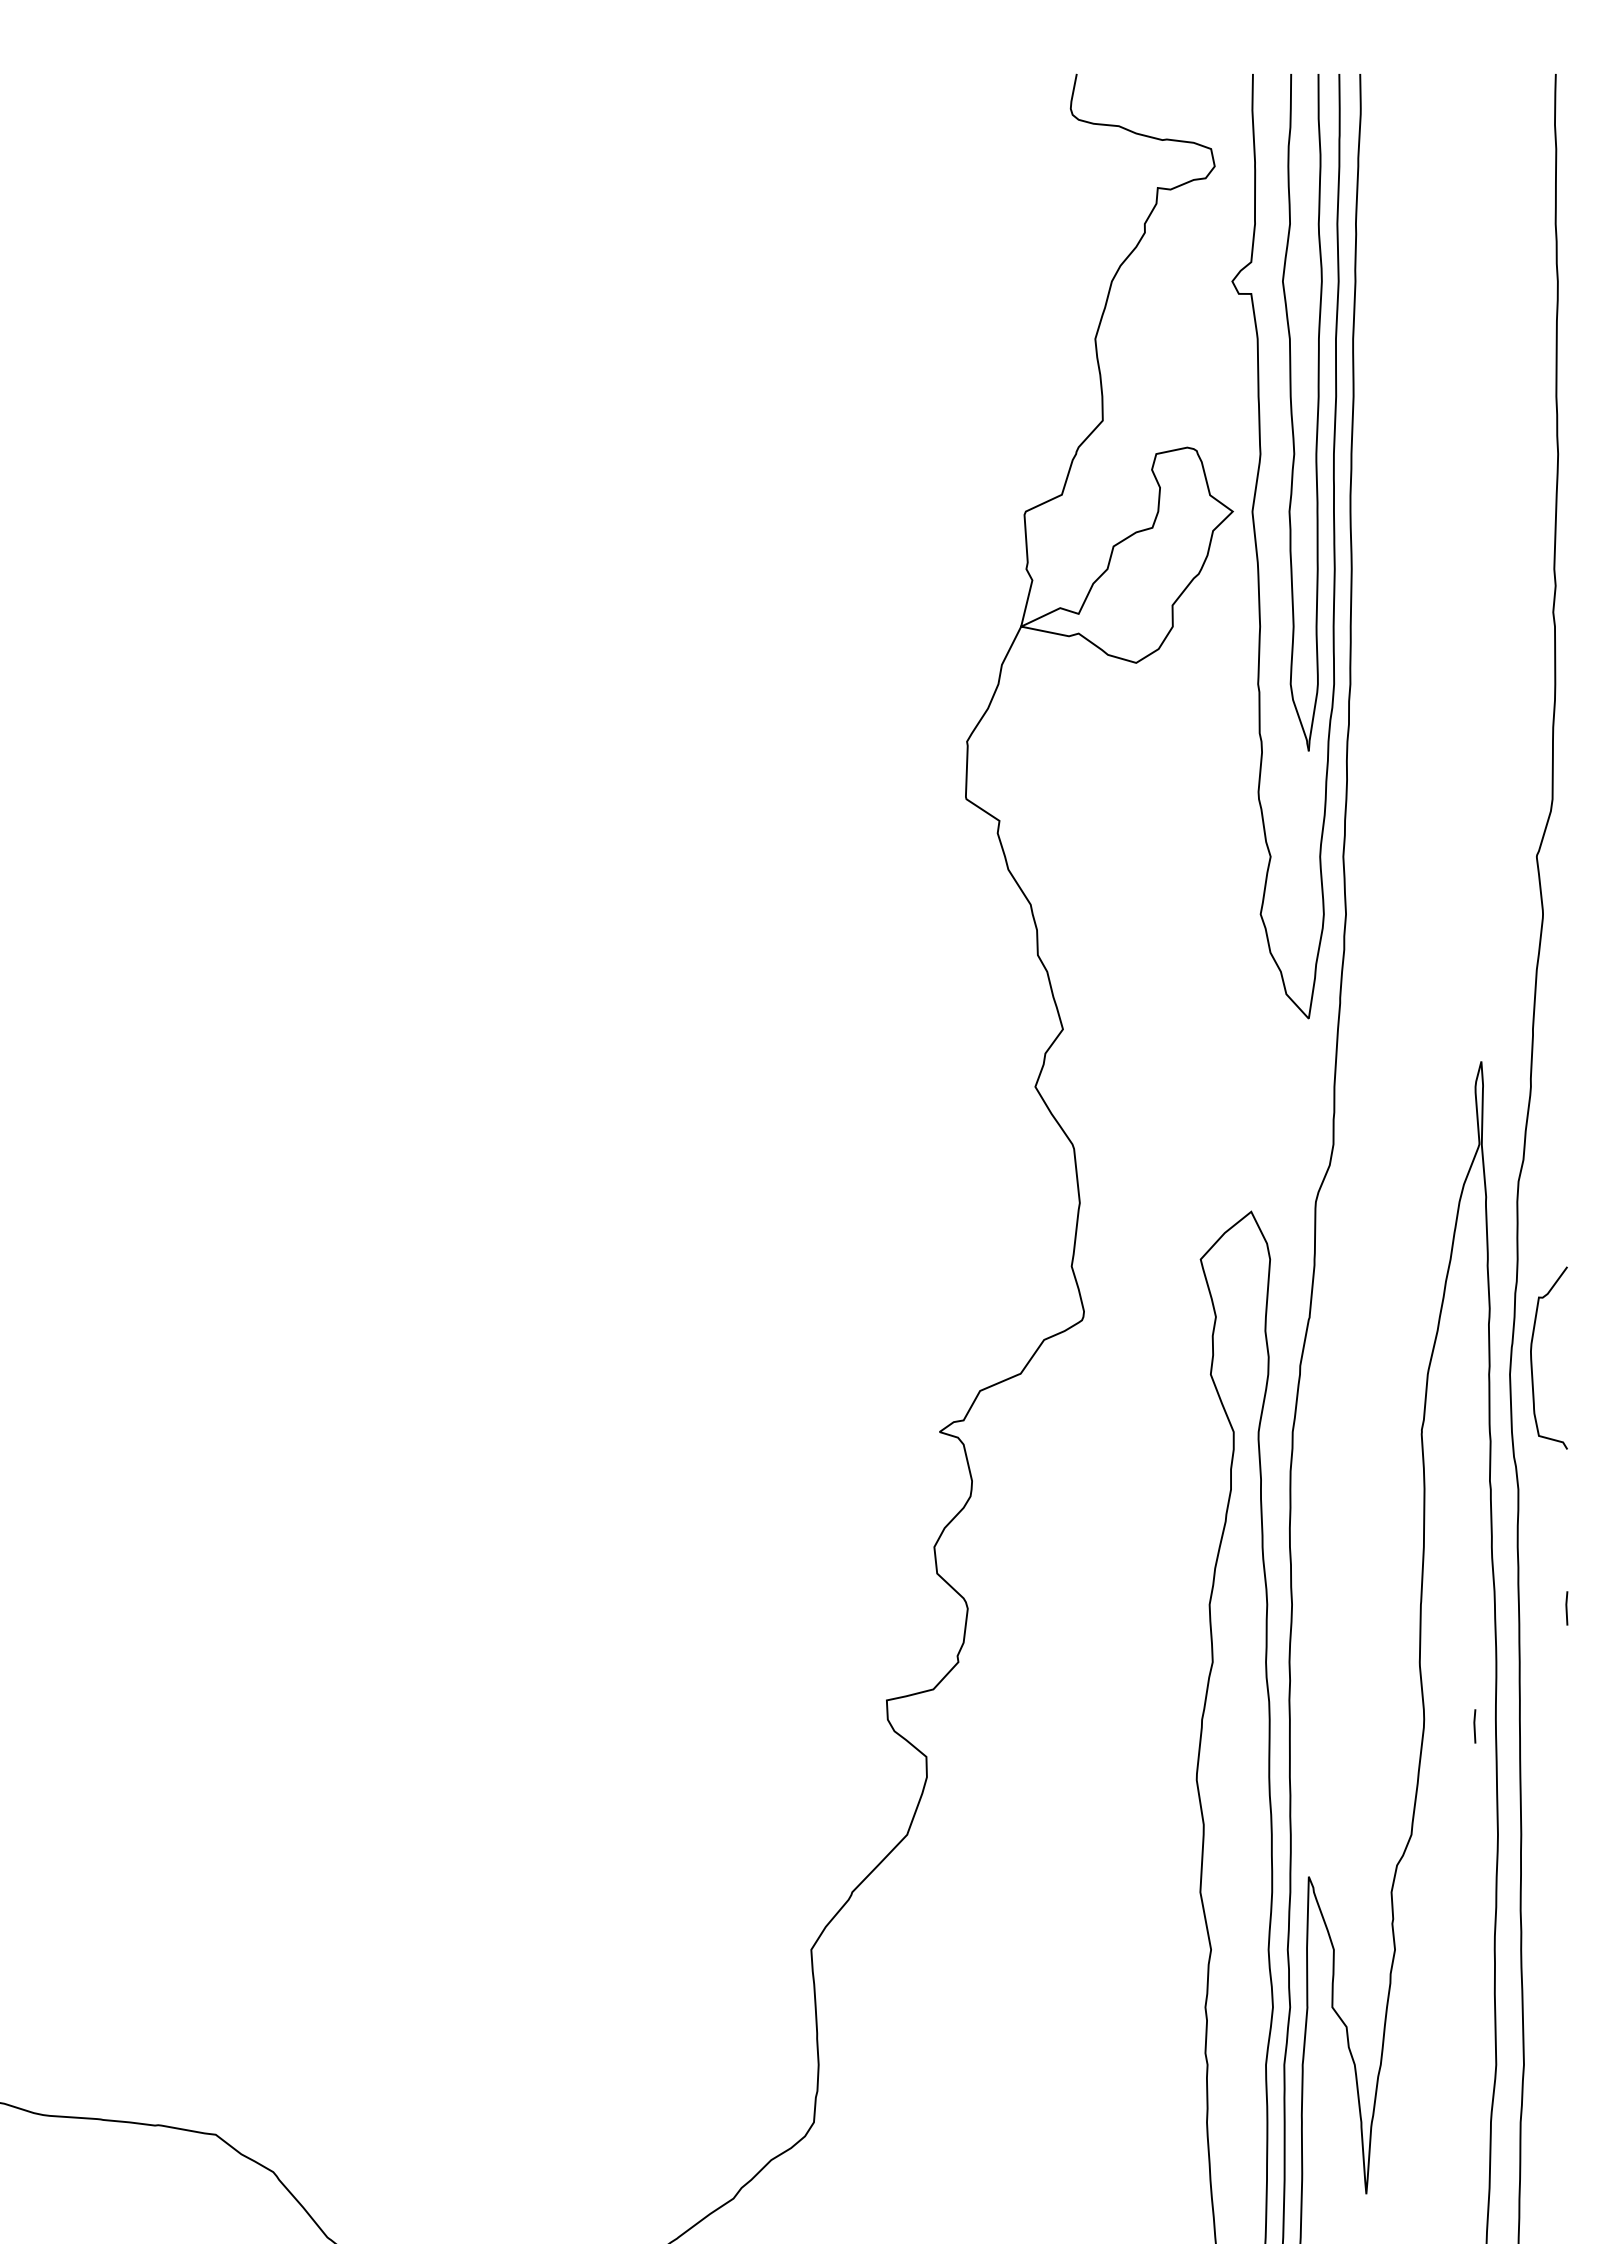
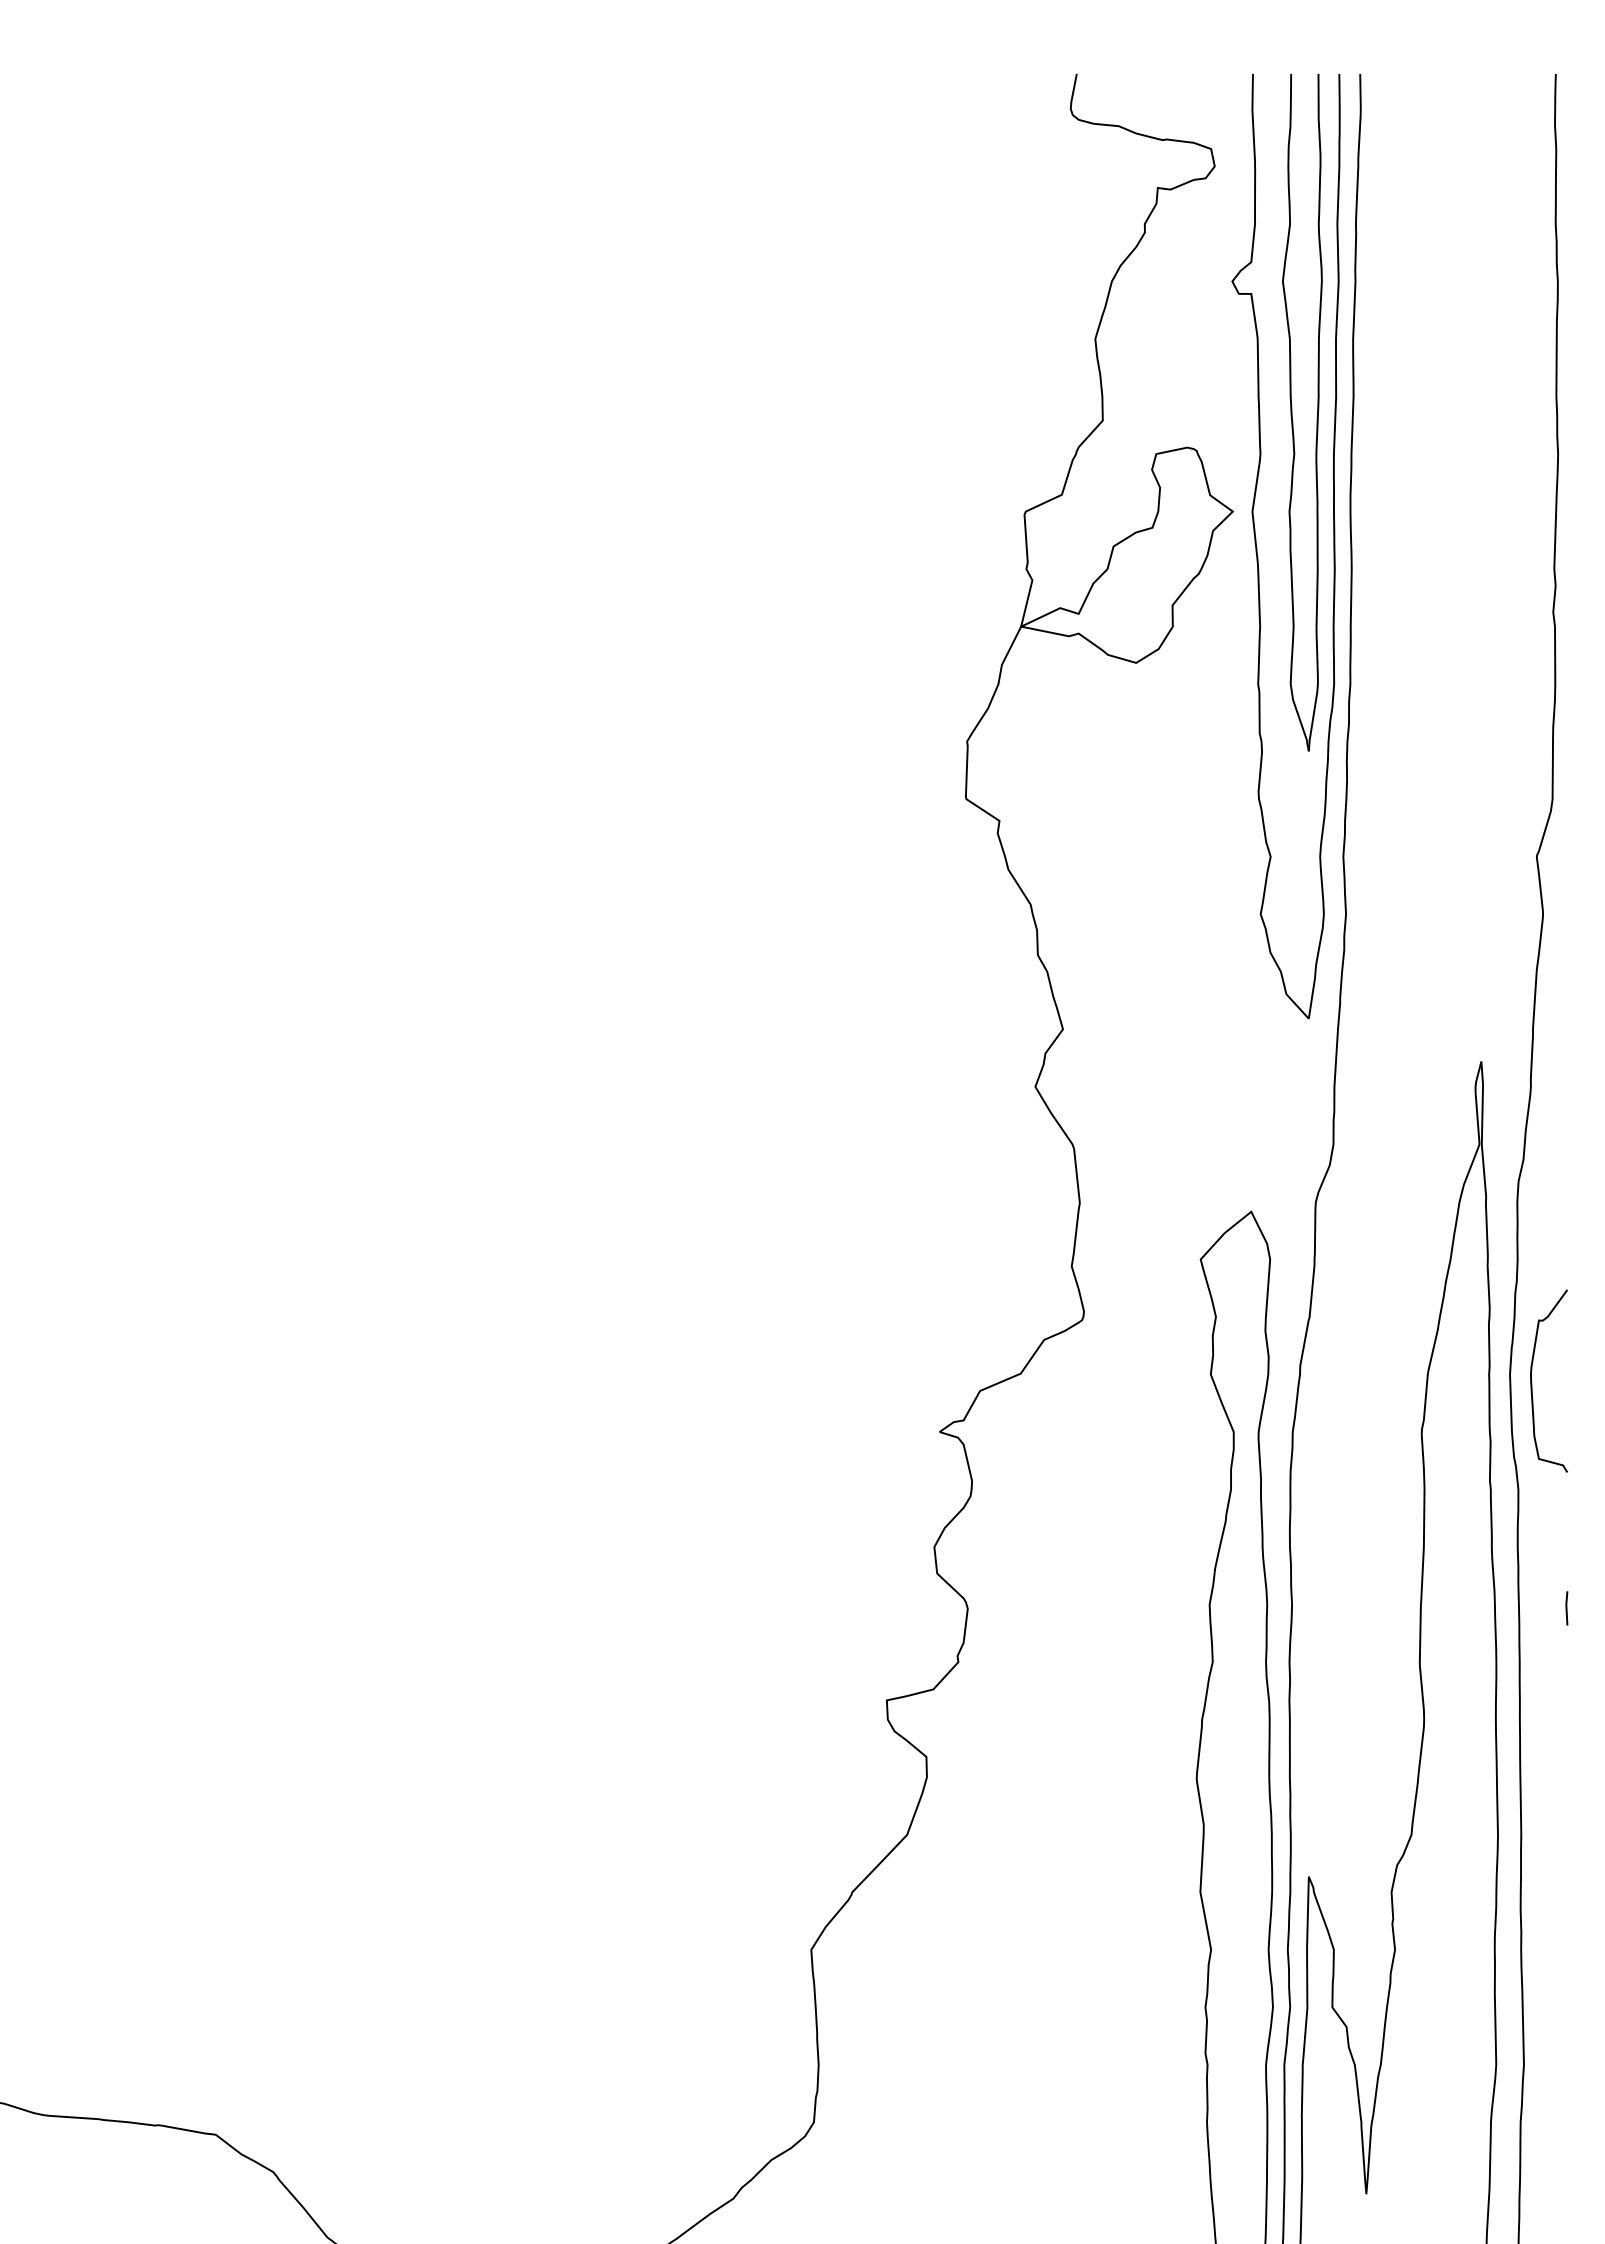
curve at (1532, 1358) position: (1532, 1358) -> (1532, 1381)
line at (1474, 1726): present -> none
